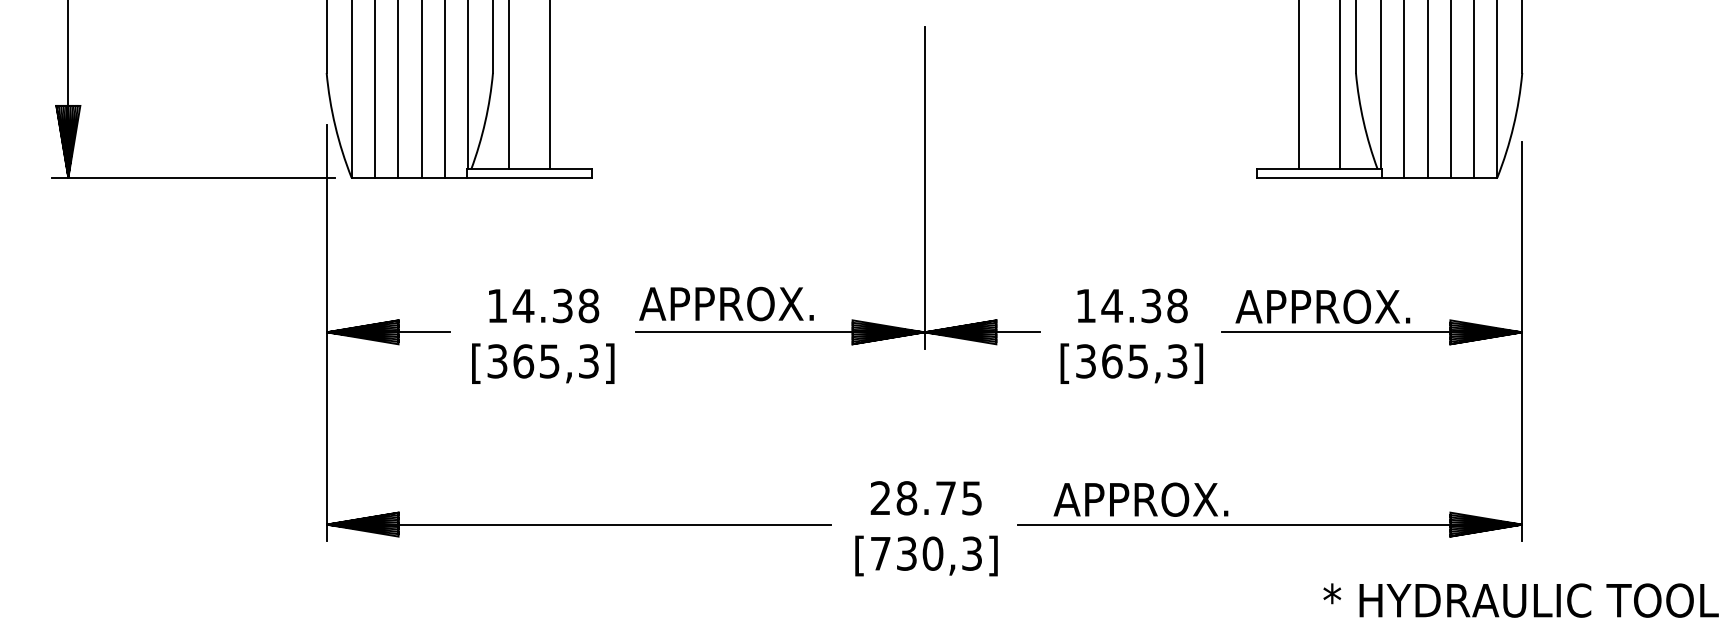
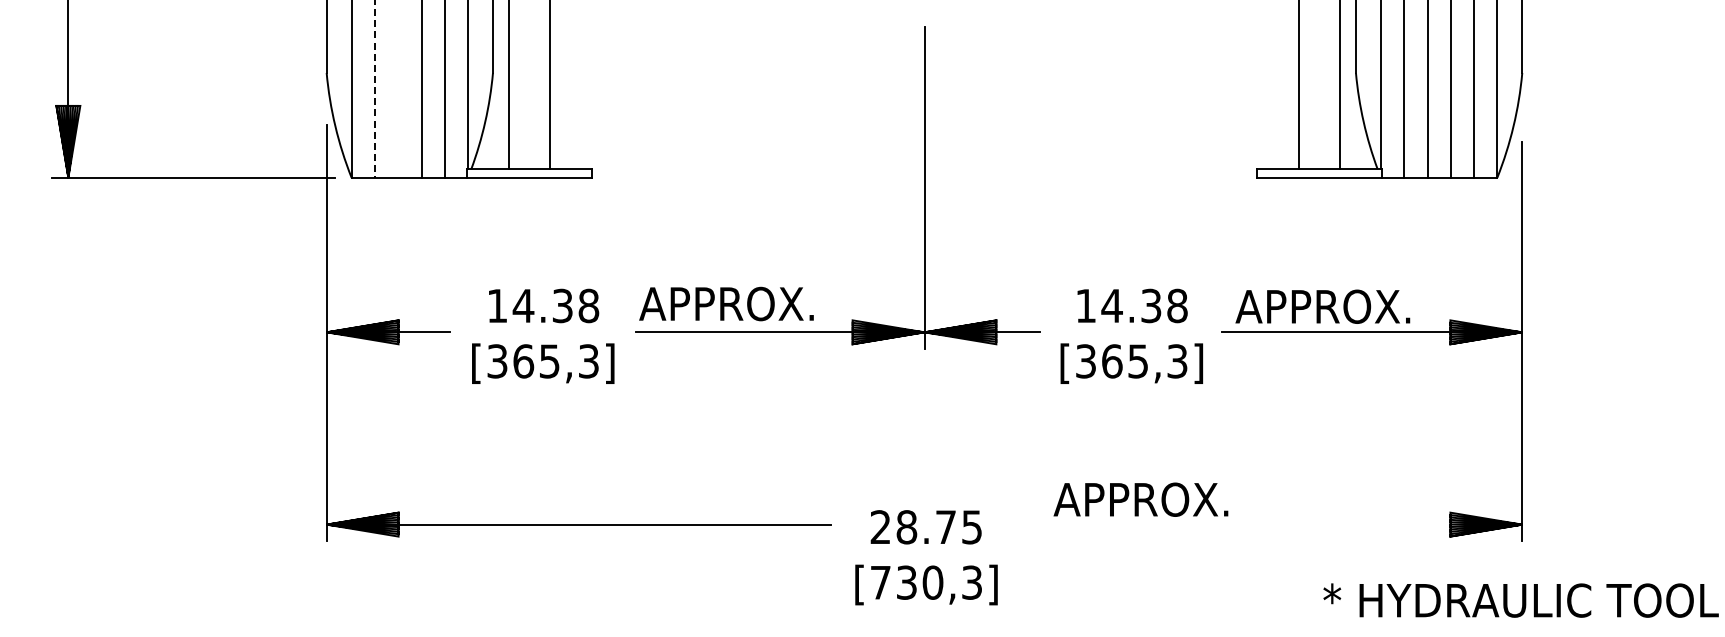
line at (374, 89): solid -> dashed
line at (398, 89): present -> none
line at (1269, 524): present -> none
text at (926, 528) position: (926, 528) -> (926, 557)
